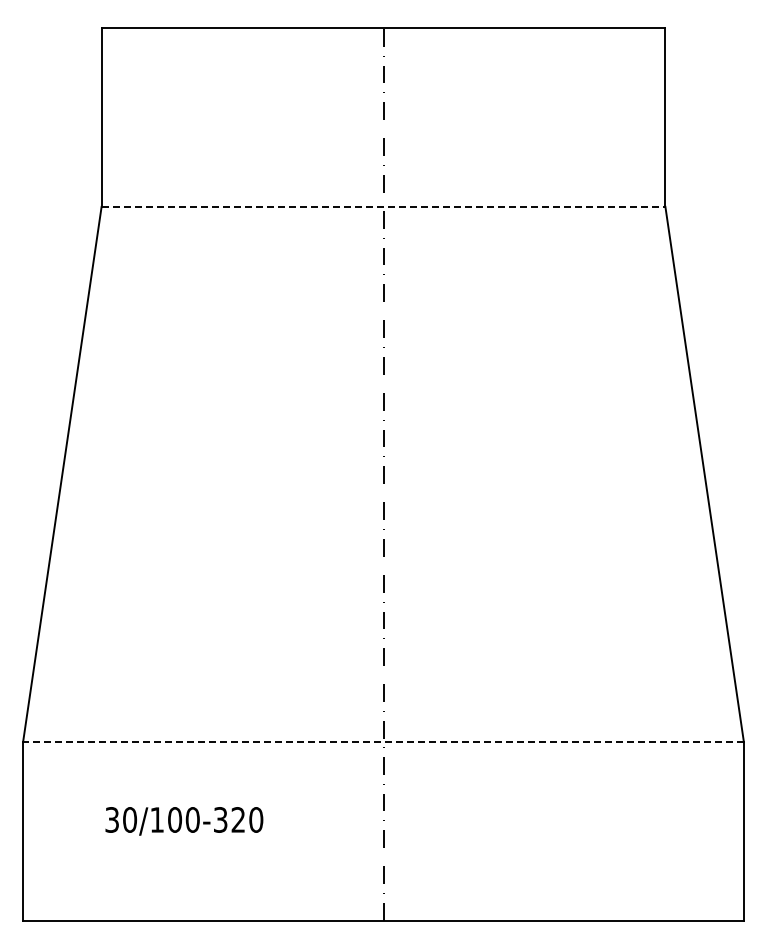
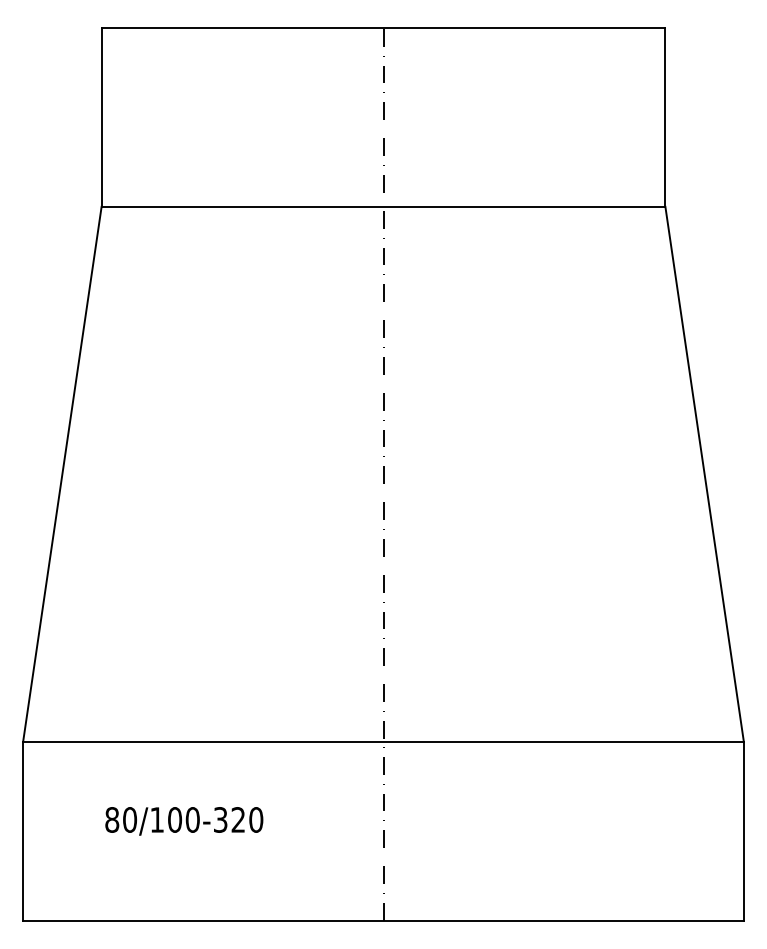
line at (383, 206): dashed -> solid
line at (383, 742): dashed -> solid
text at (112, 819): 30/100-320 -> 80/100-320
